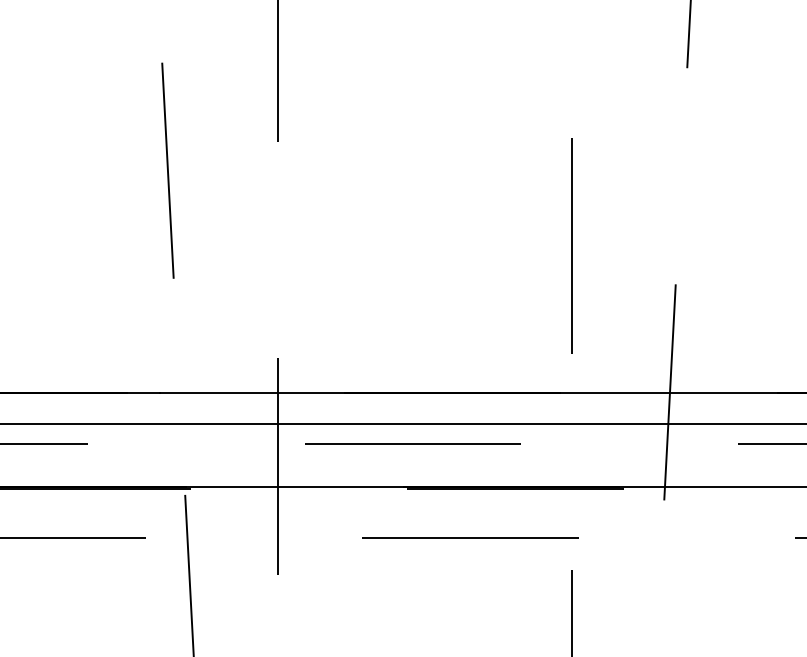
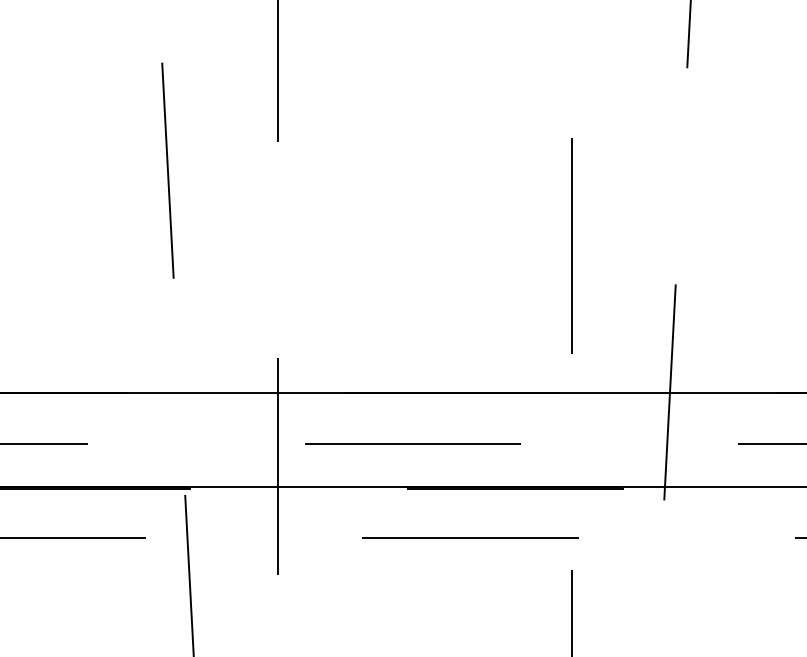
line at (402, 424): present -> none
